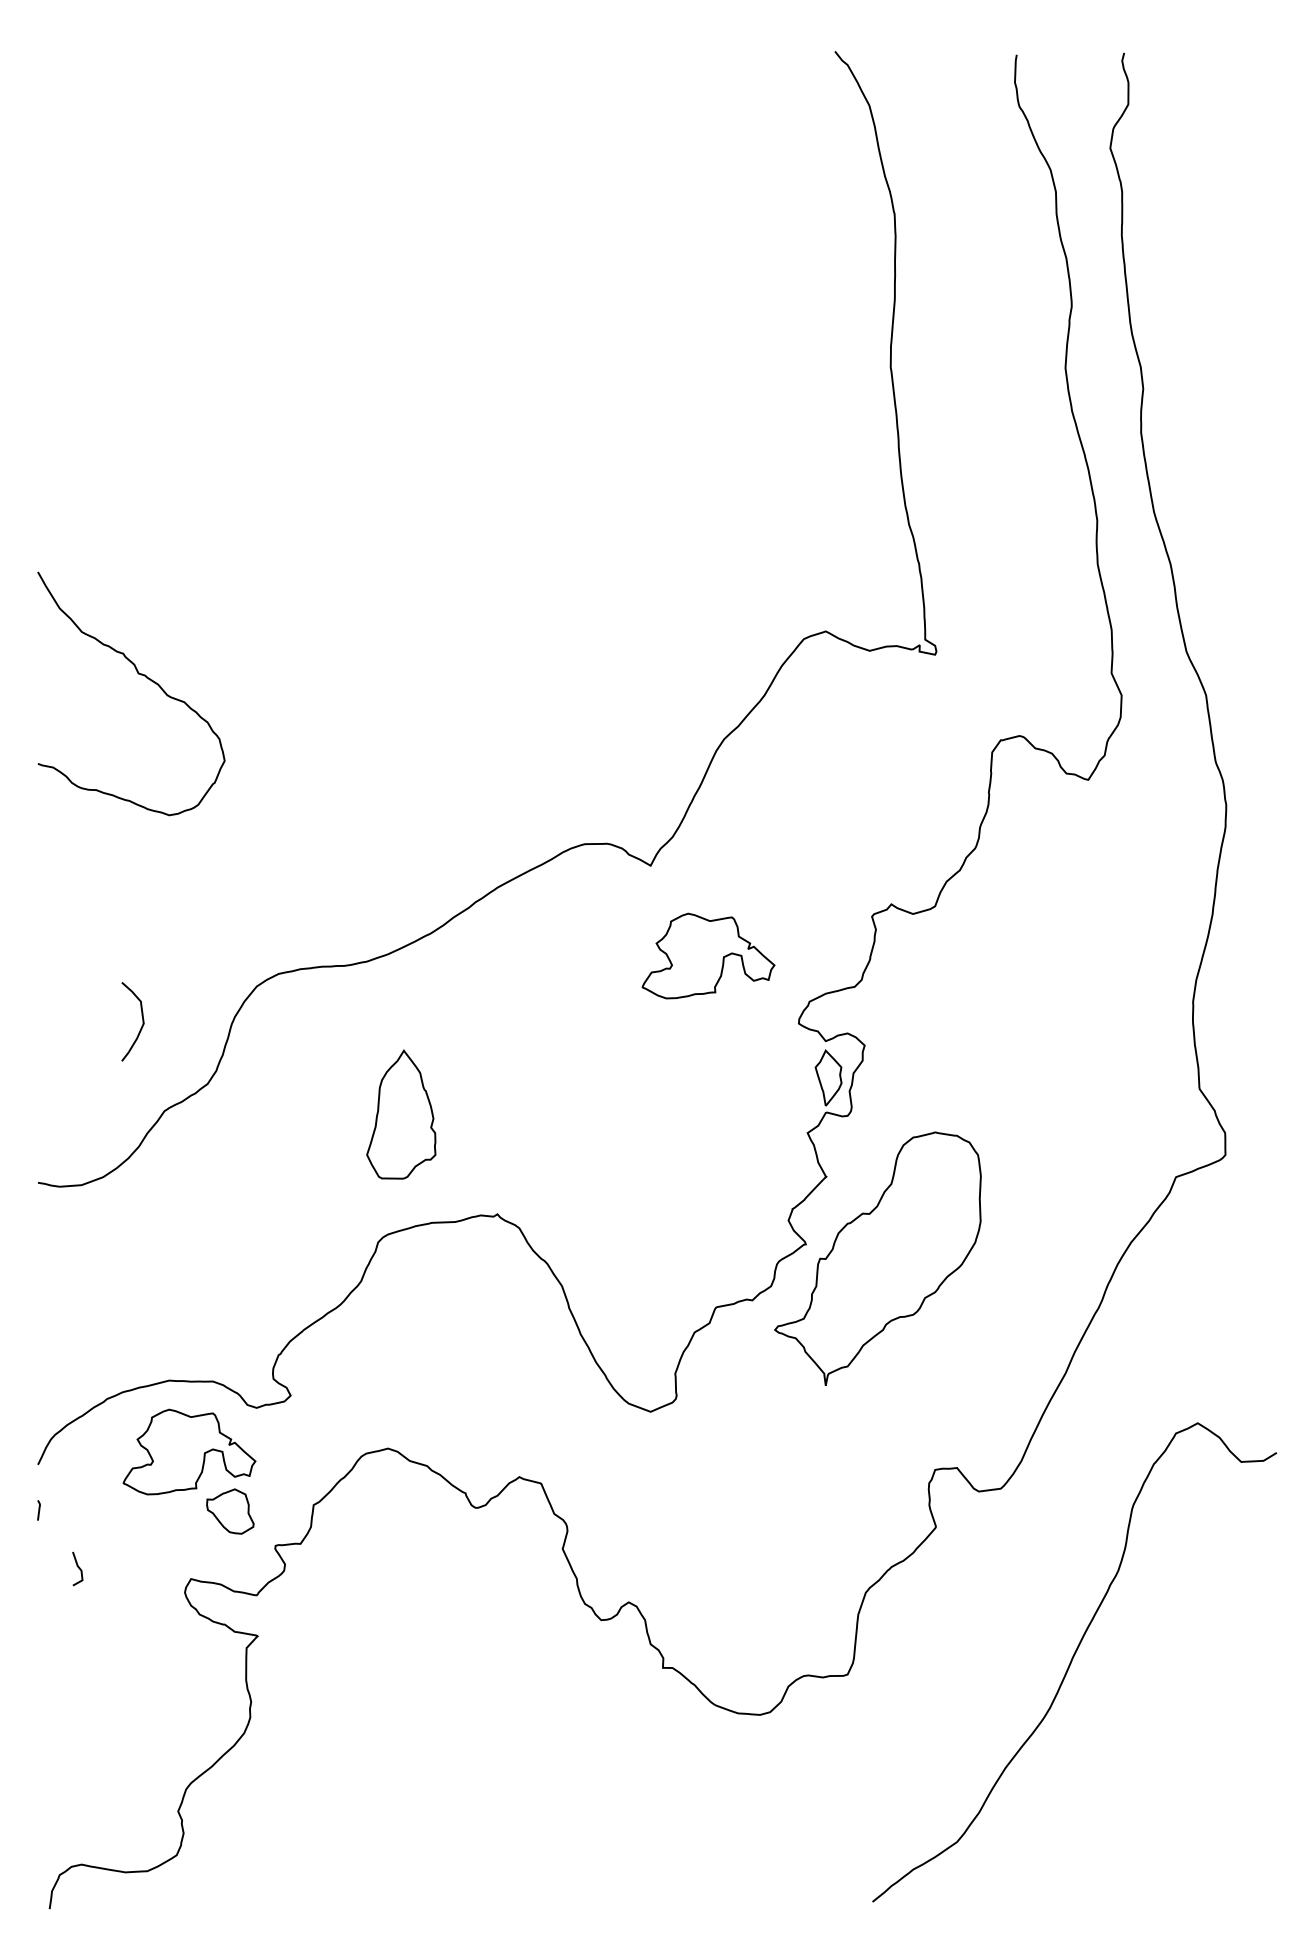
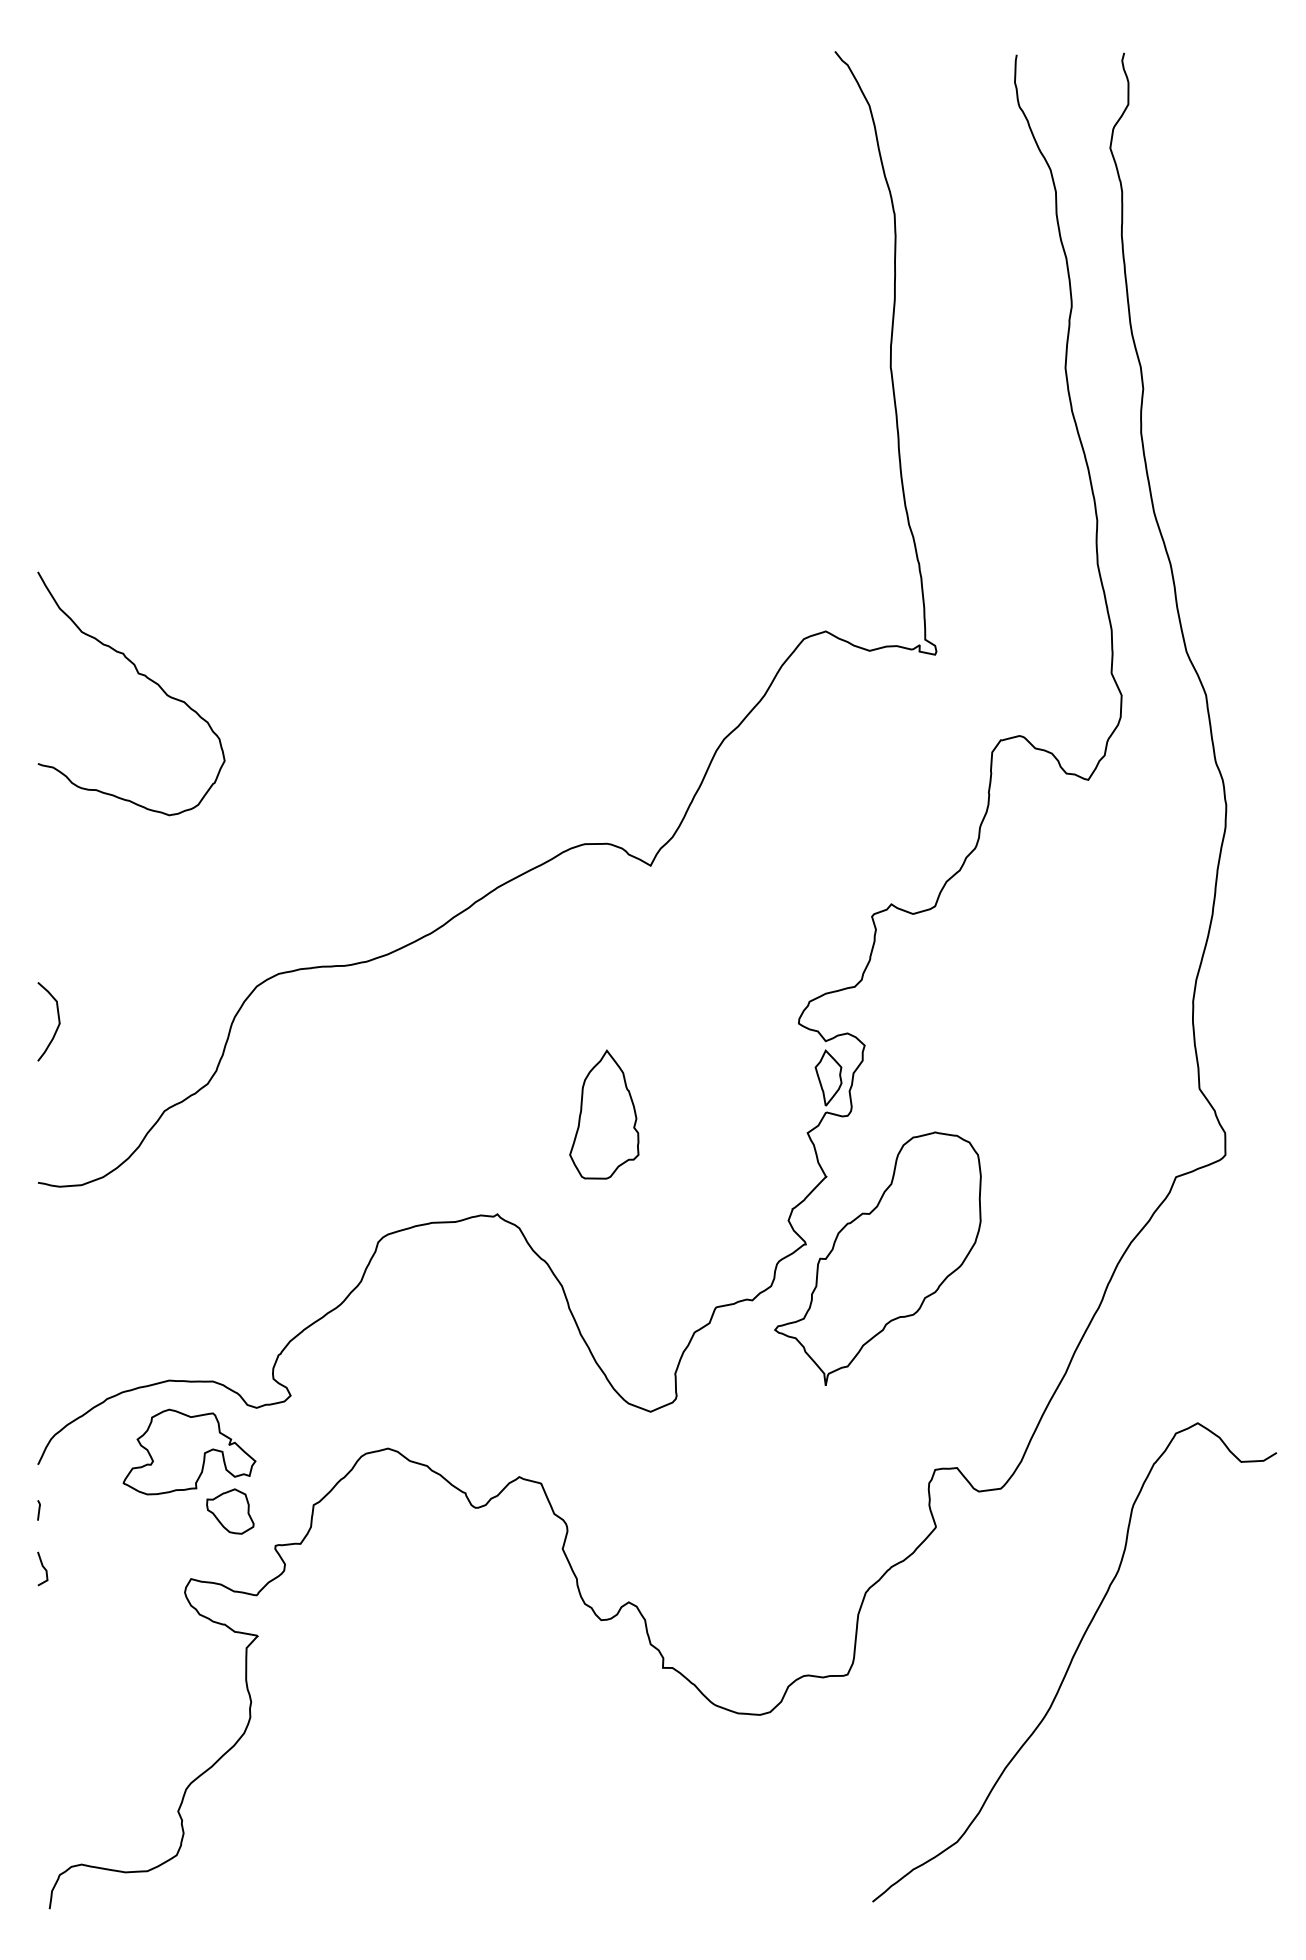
part at (708, 955): present -> none
curve at (141, 1025) position: (141, 1025) -> (57, 1025)
part at (401, 1114) position: (401, 1114) -> (604, 1114)
line at (77, 1567) position: (77, 1567) -> (42, 1567)
